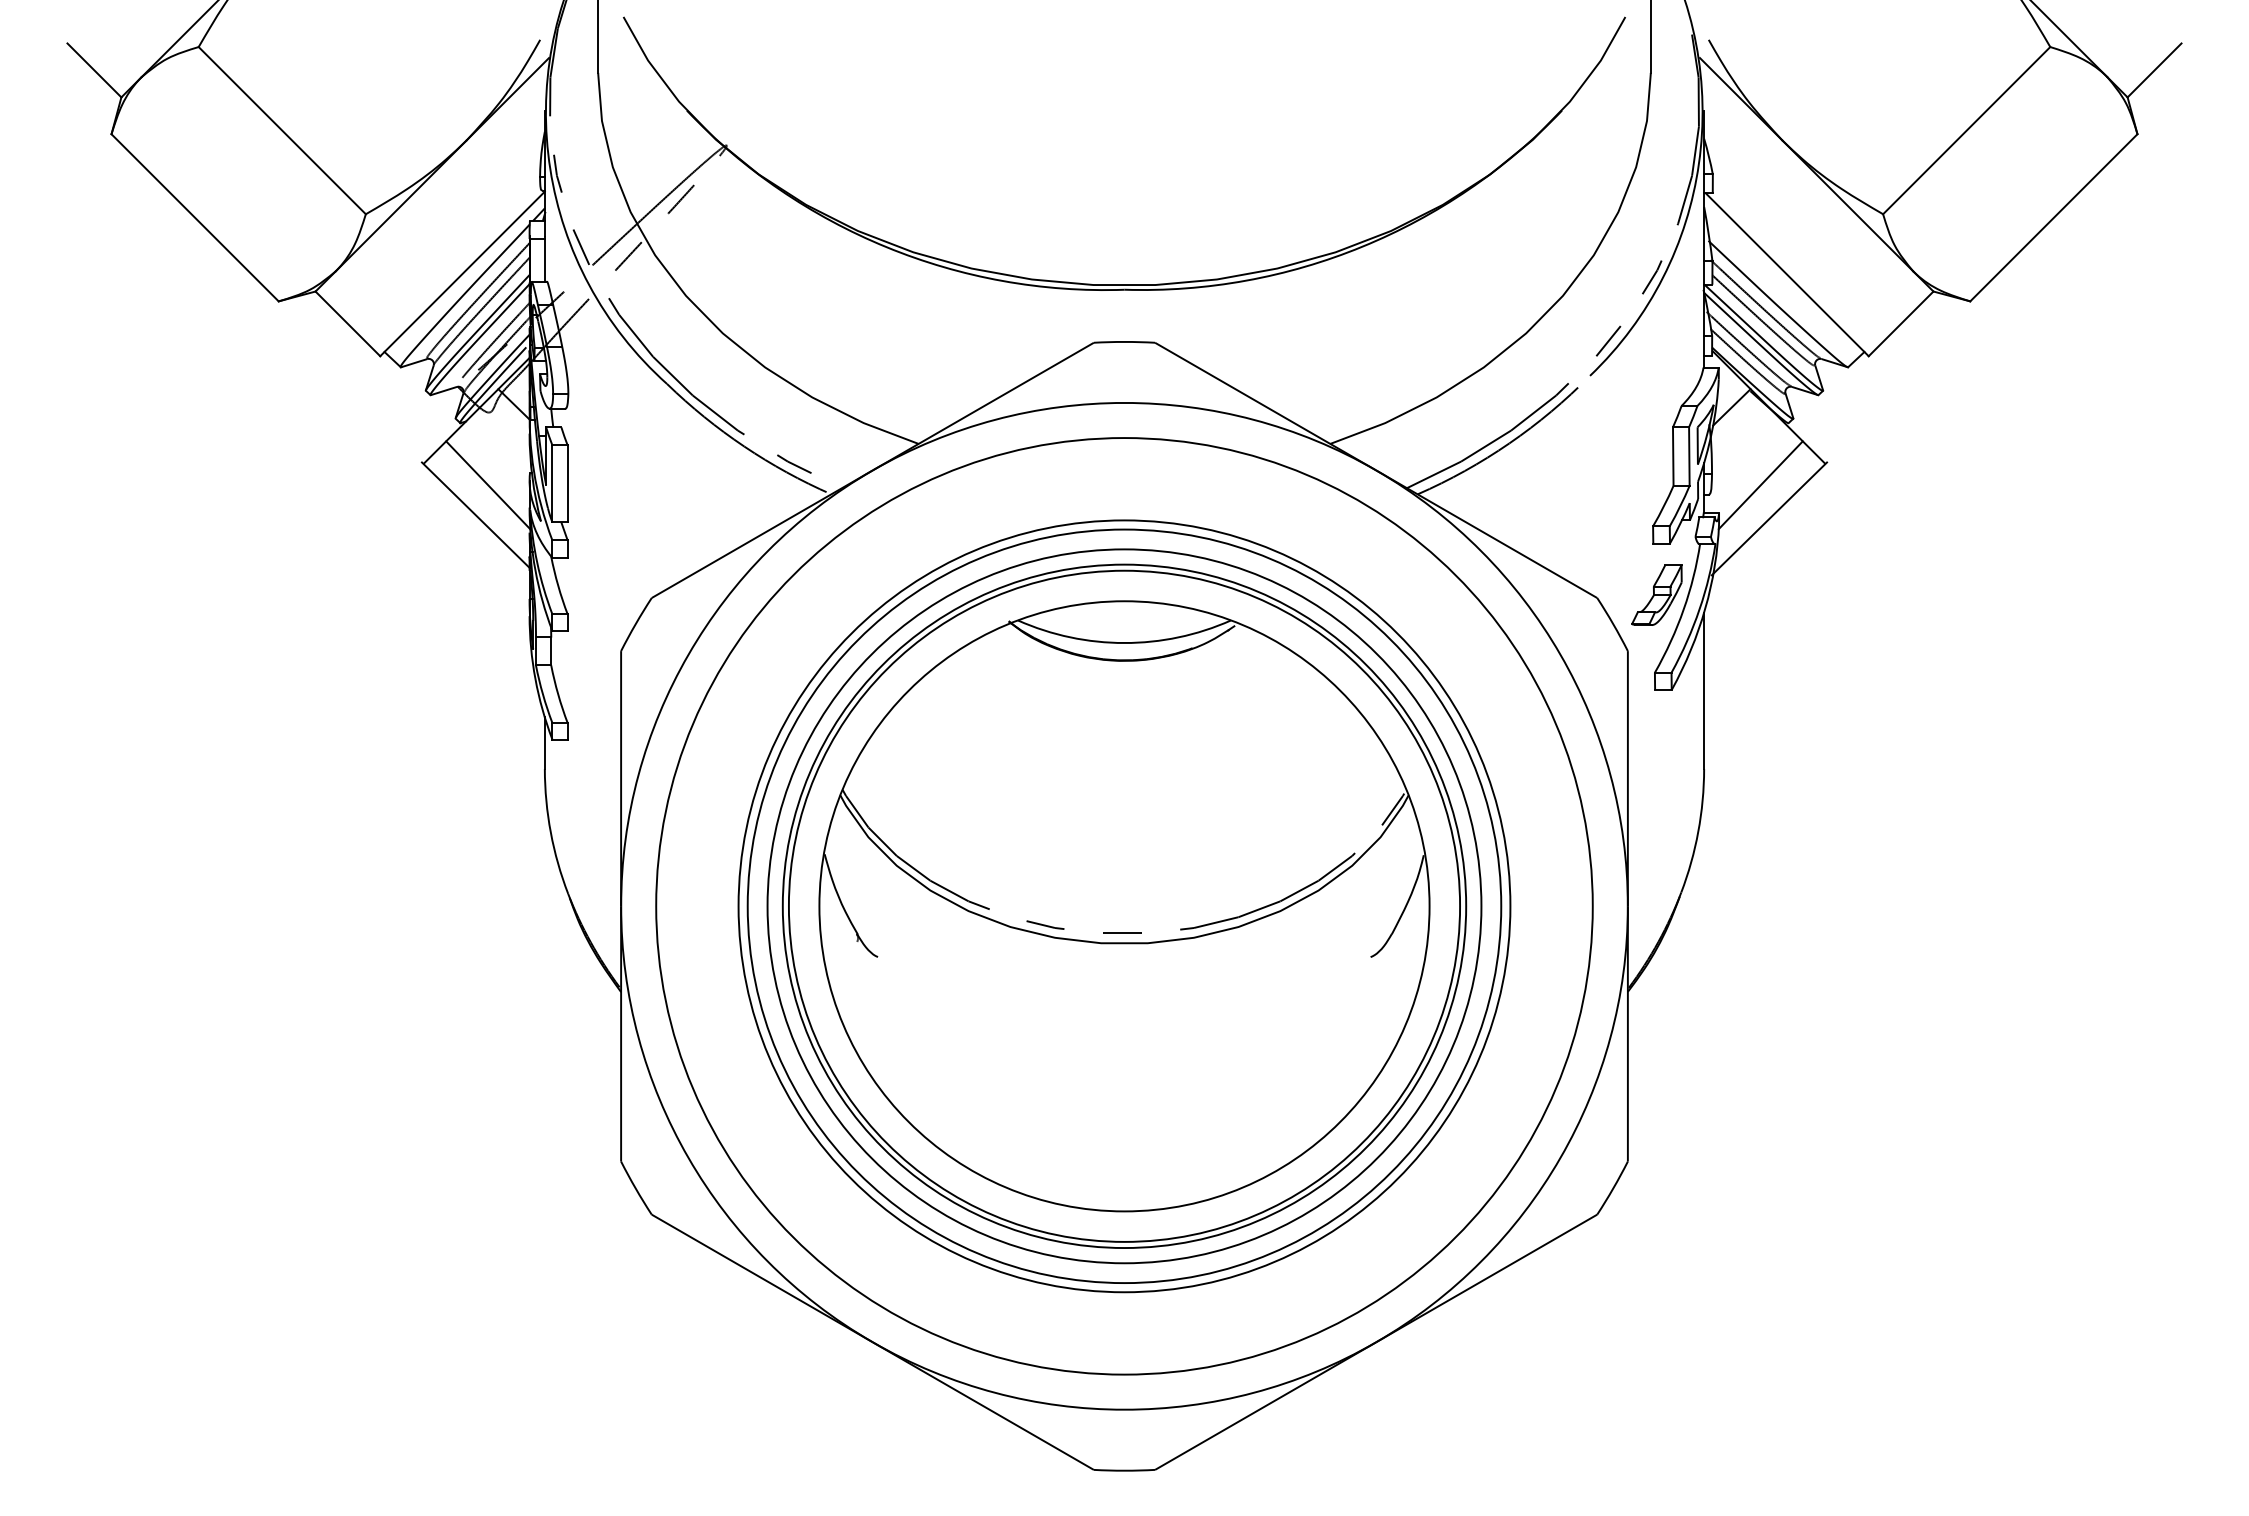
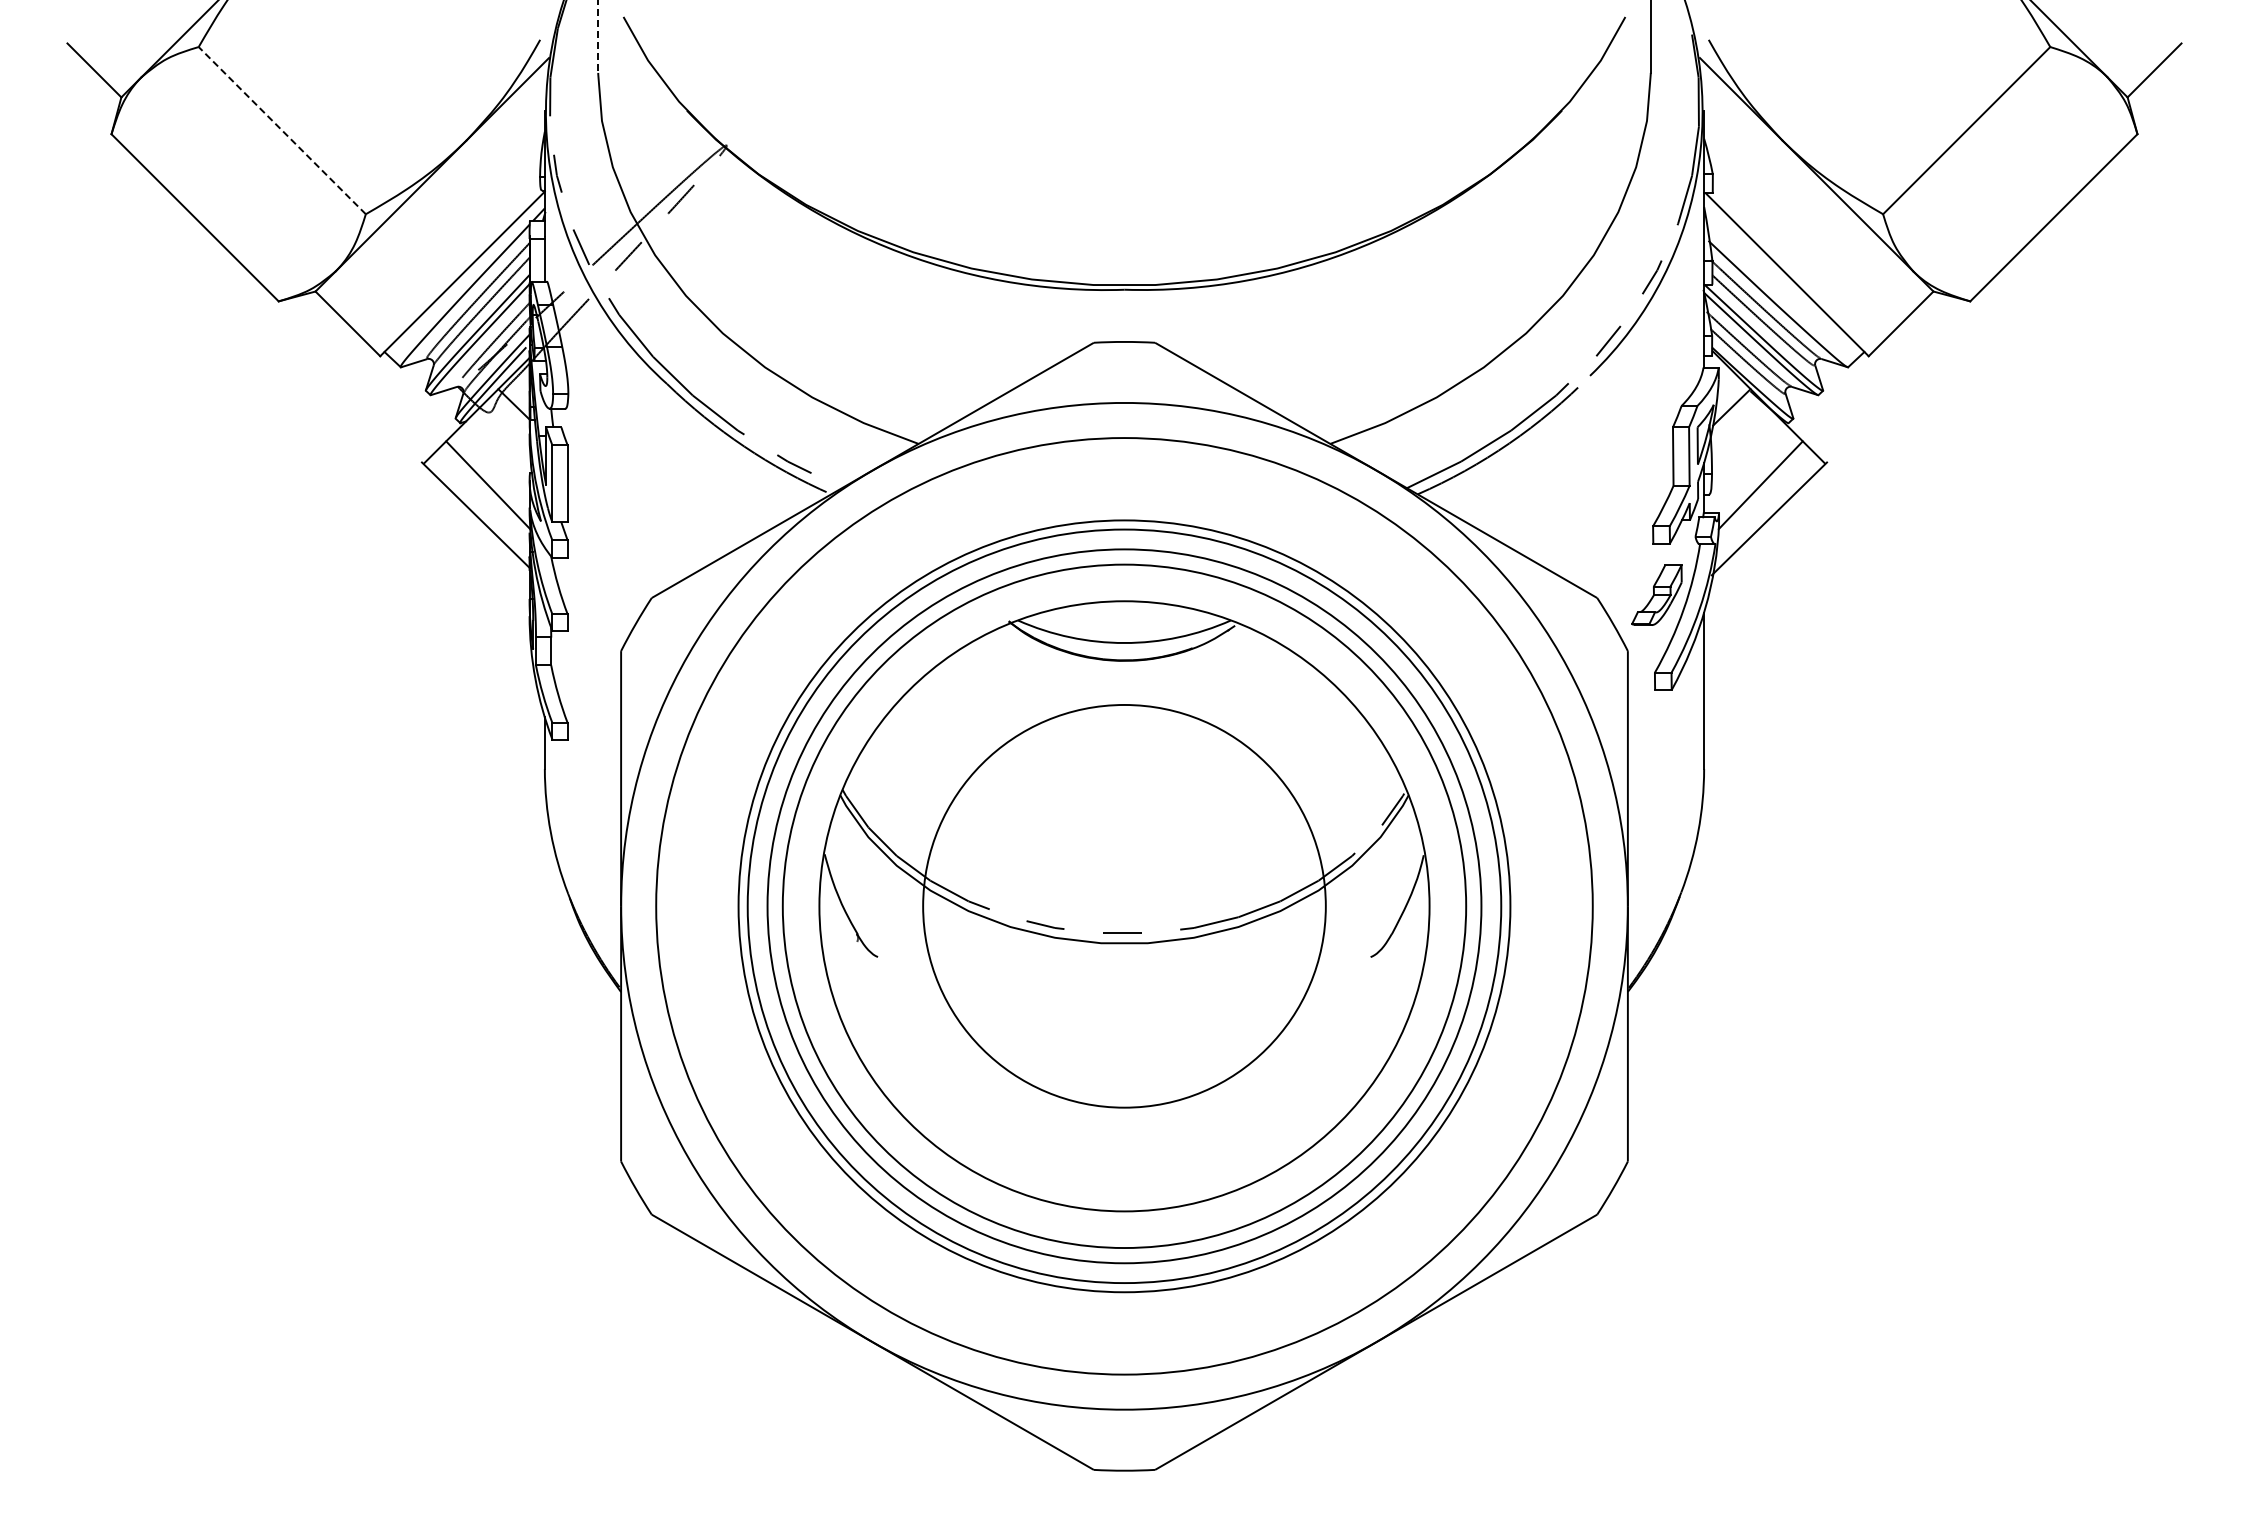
line at (598, 37): solid -> dashed
line at (281, 130): solid -> dashed
circle at (1124, 905) diameter: 671 px -> 403 px
